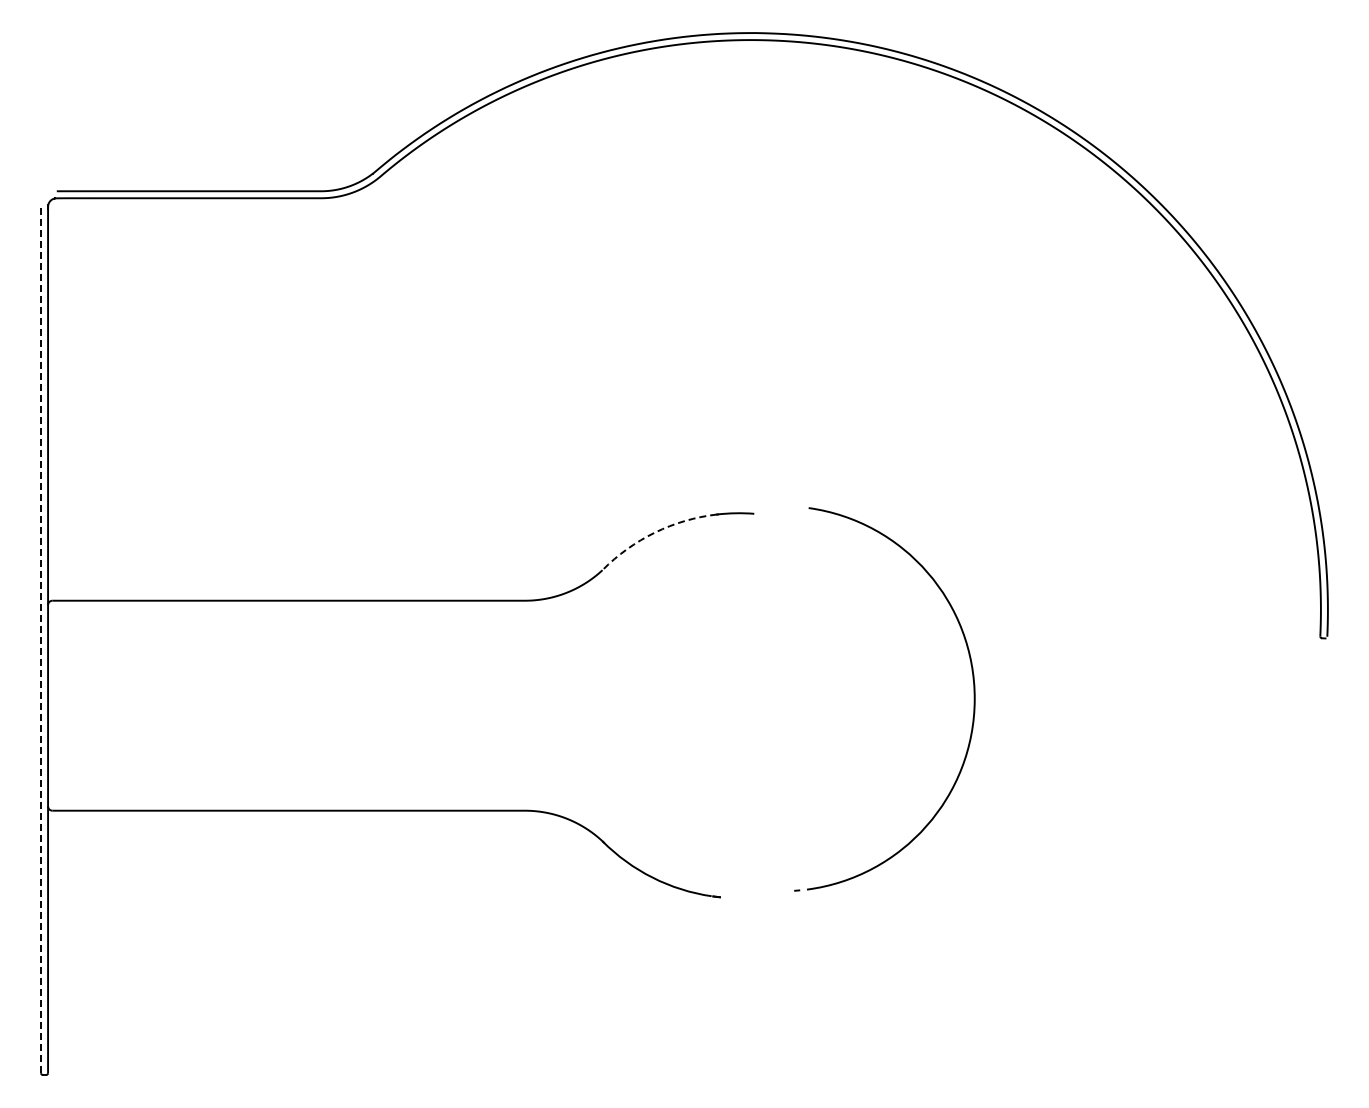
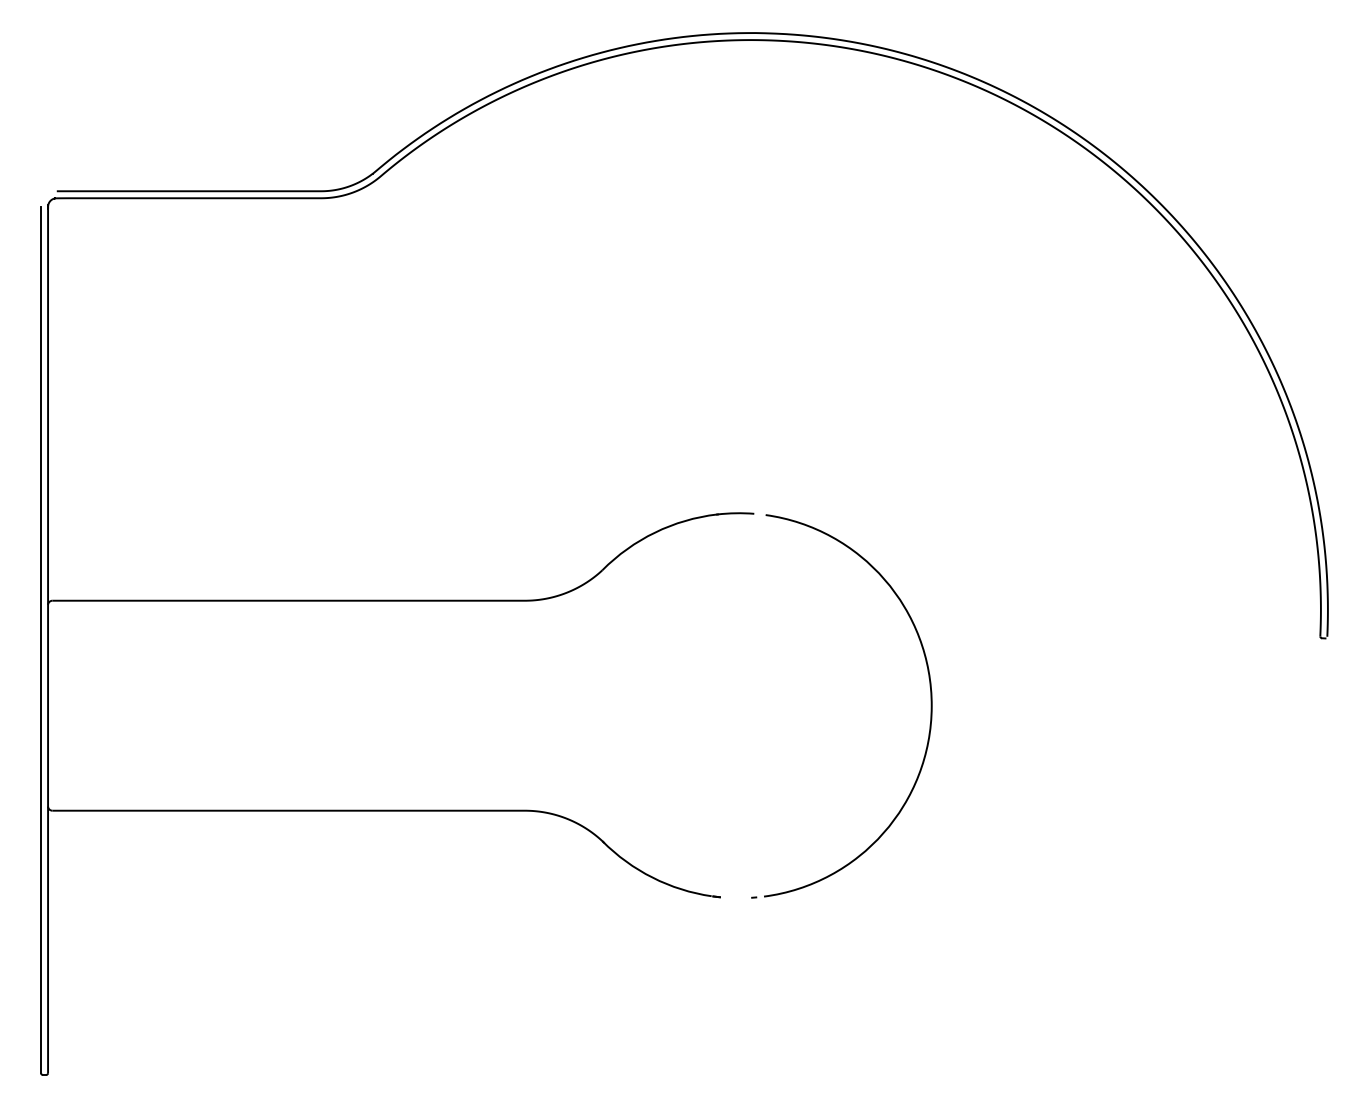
arc at (655, 532): dashed -> solid
line at (41, 639): dashed -> solid
part at (973, 699) position: (973, 699) -> (930, 706)
